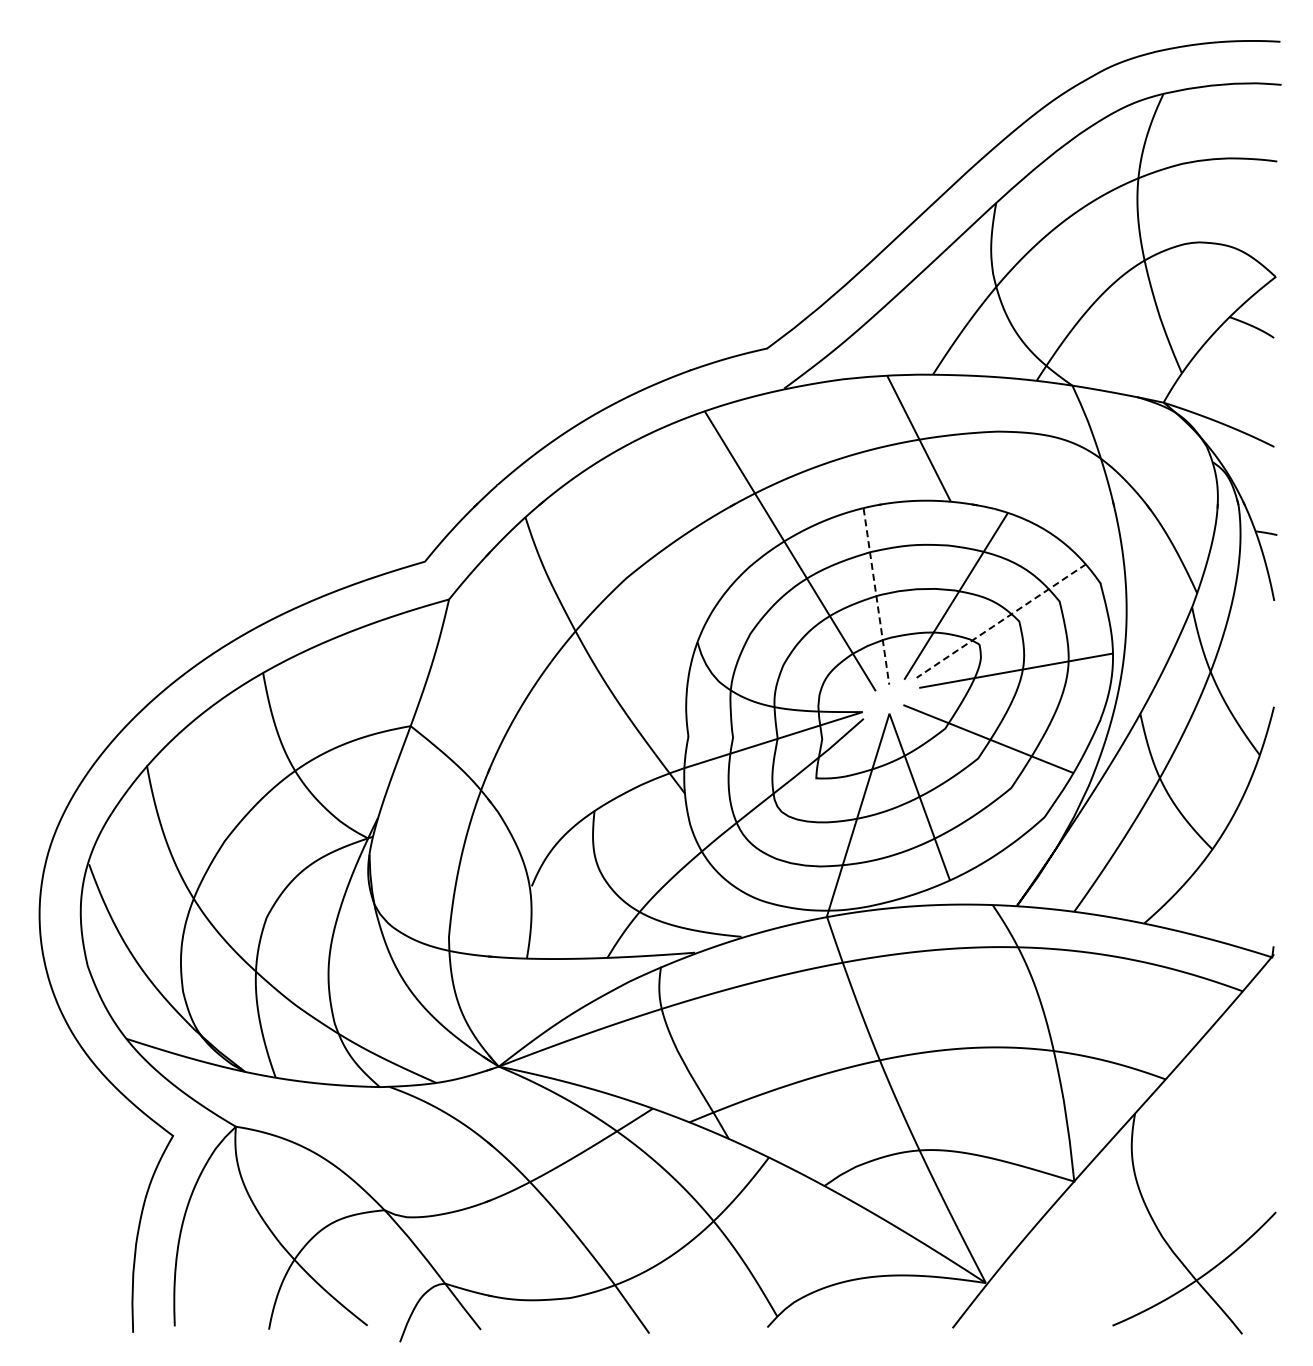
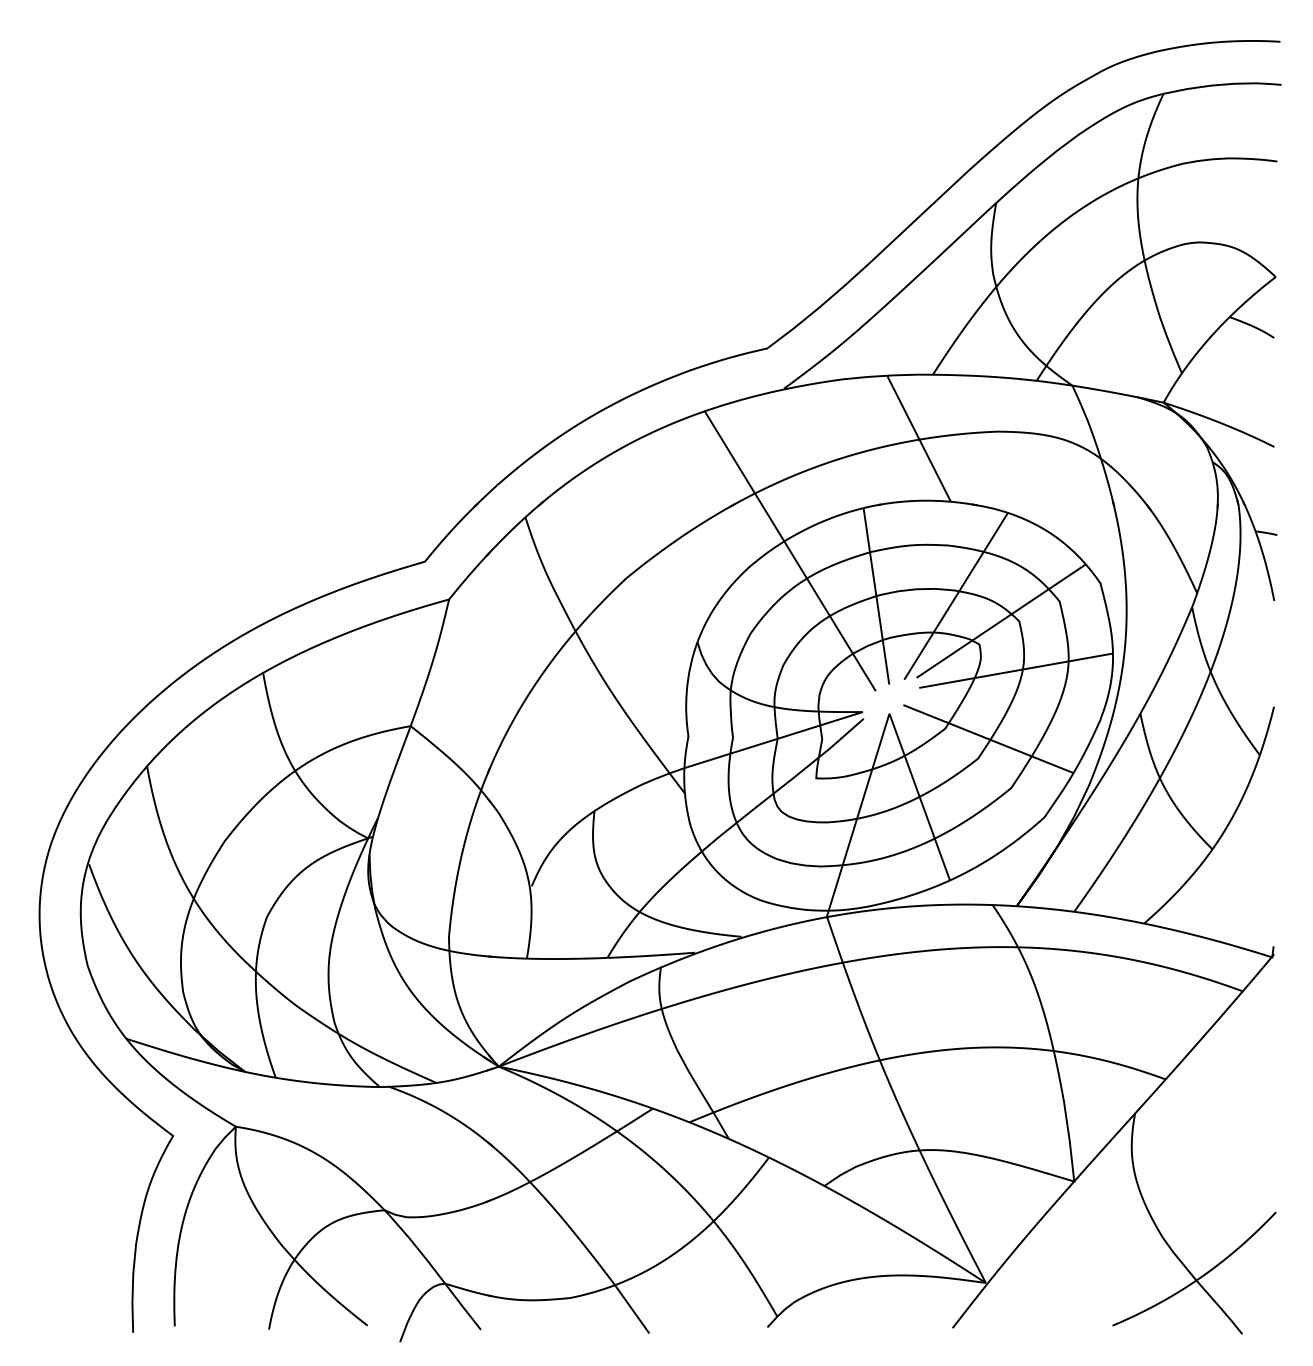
line at (876, 596): dashed -> solid
line at (1000, 621): dashed -> solid
